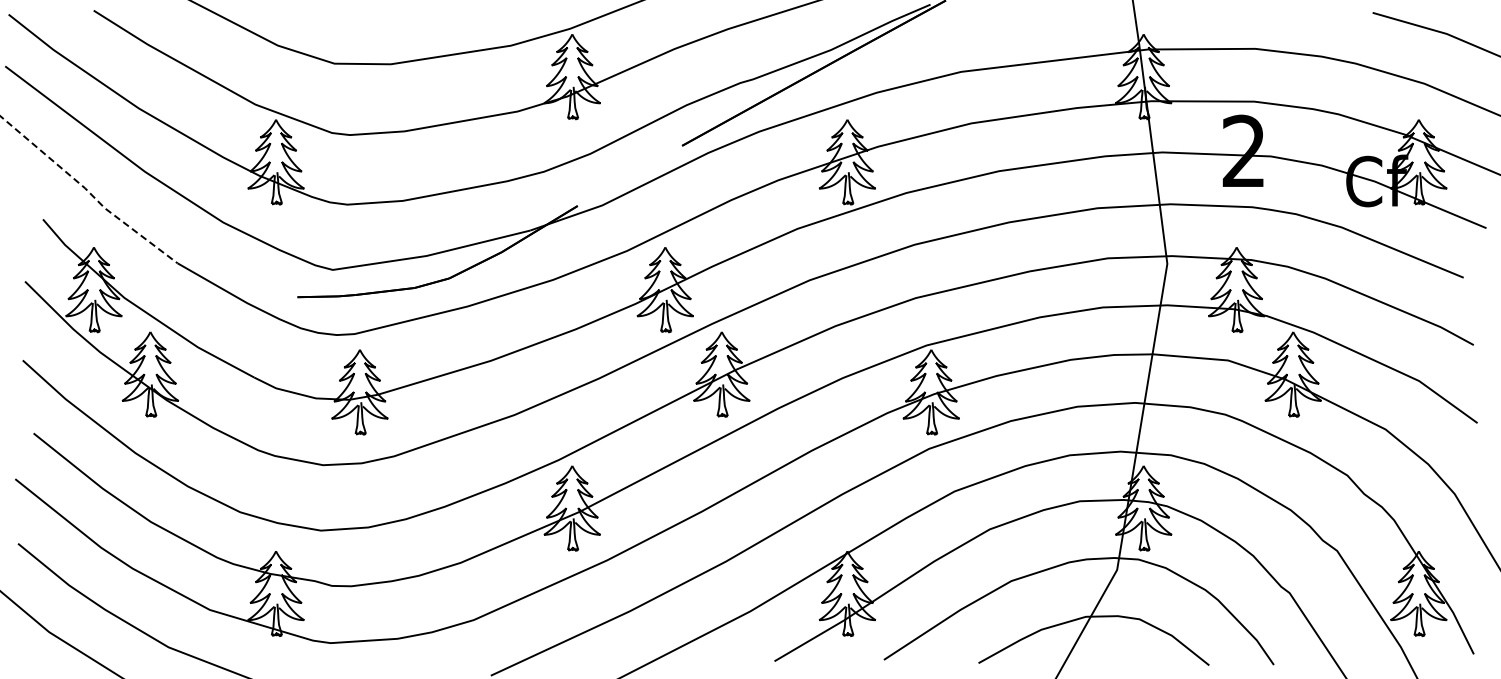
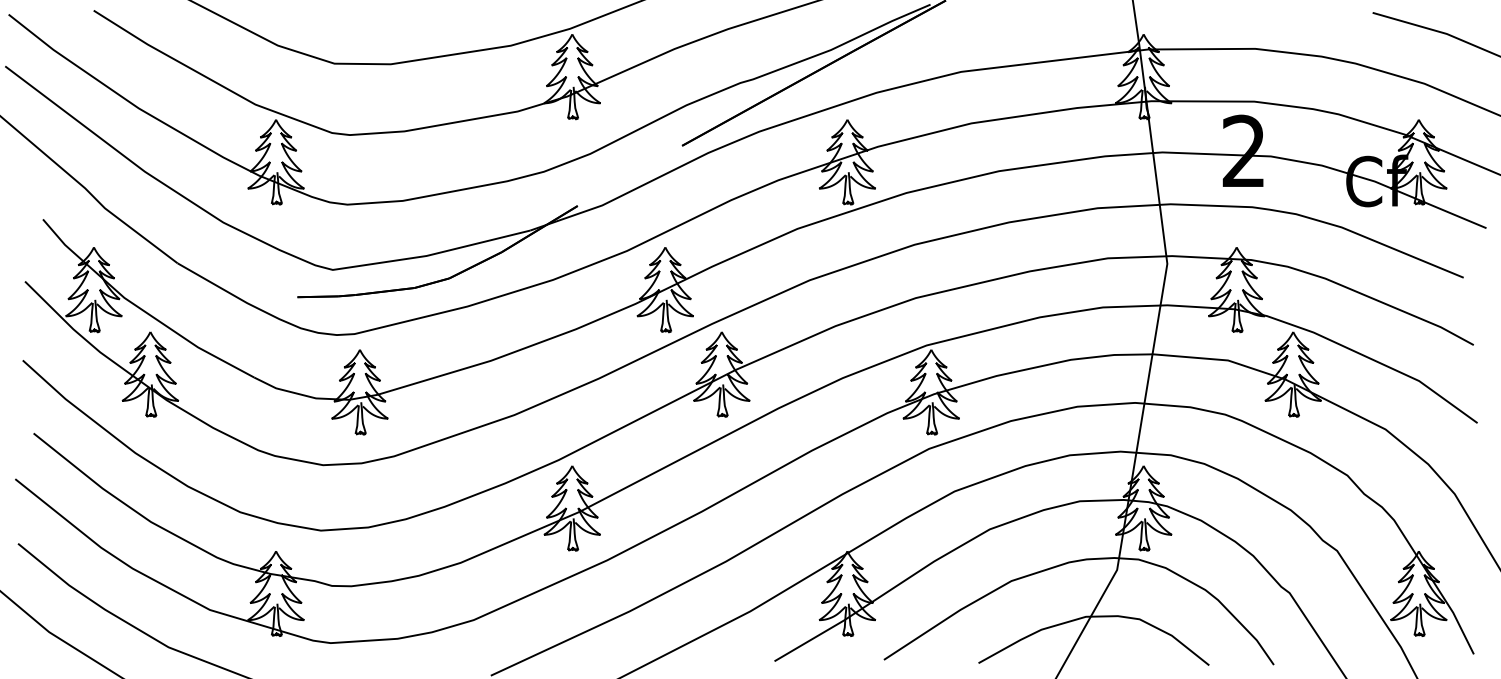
line at (88, 191): dashed -> solid
